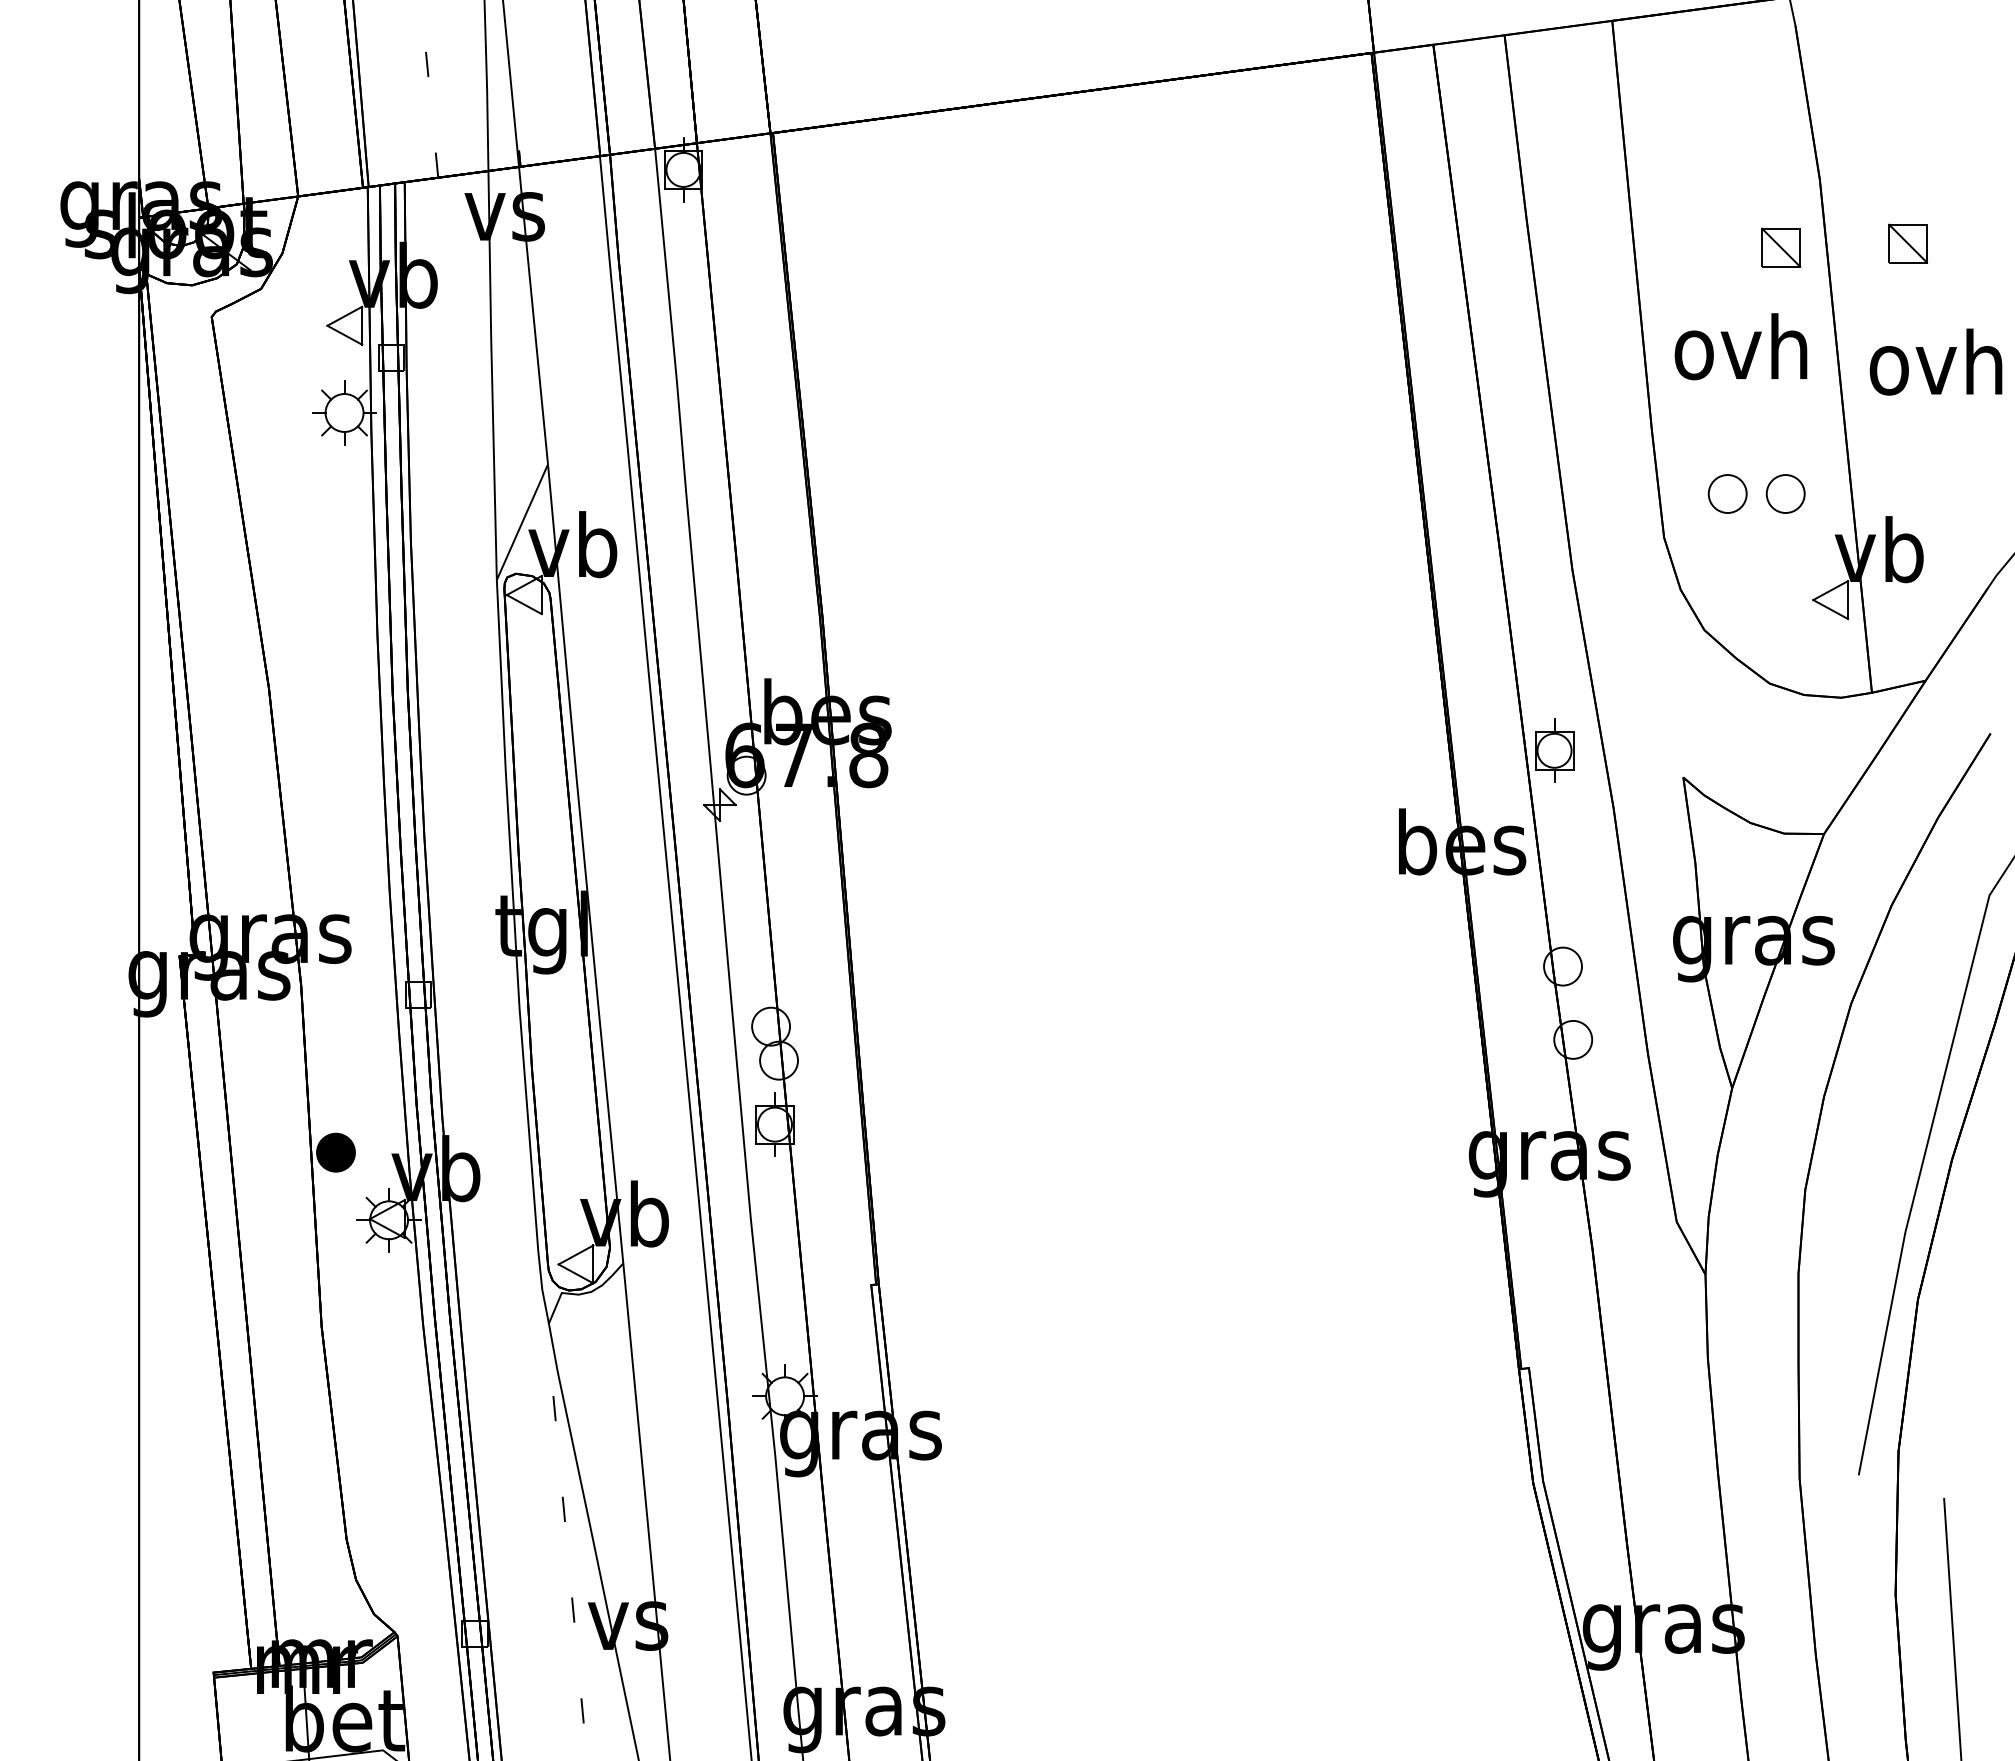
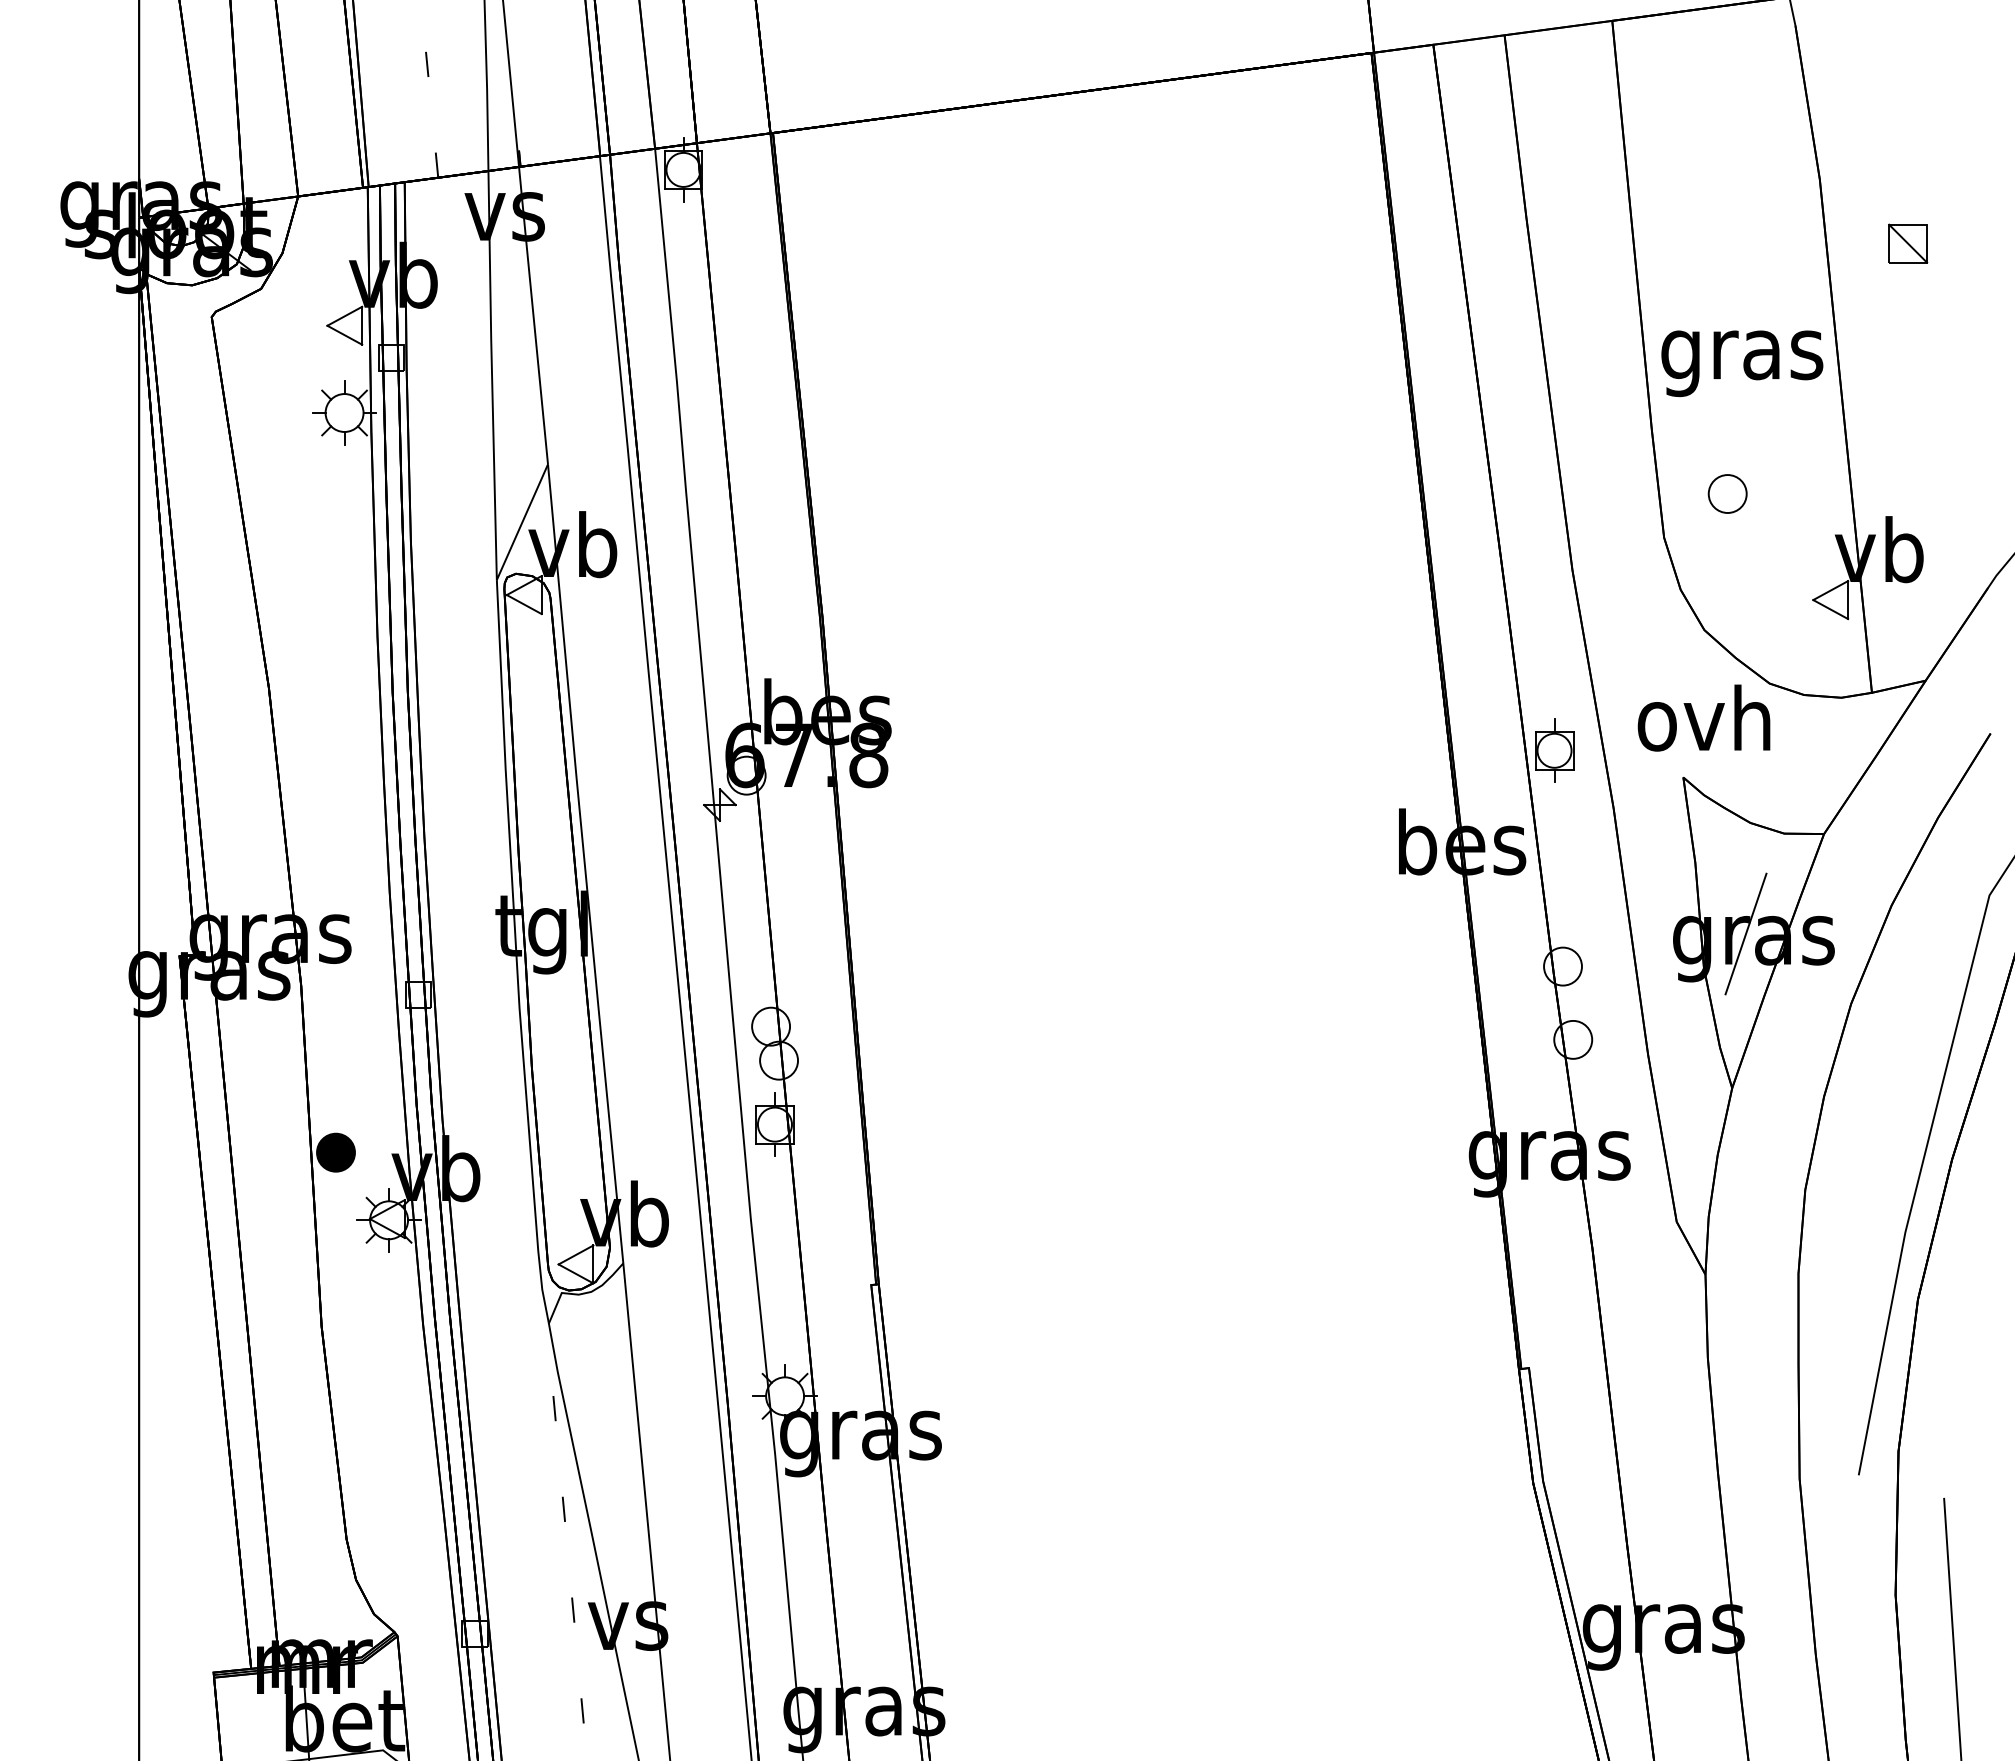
part at (1781, 247): present -> none
text at (1742, 355): ovh -> gras
text at (1935, 361) position: (1935, 361) -> (1703, 717)
part at (1785, 493): present -> none
line at (1745, 933): none -> present
